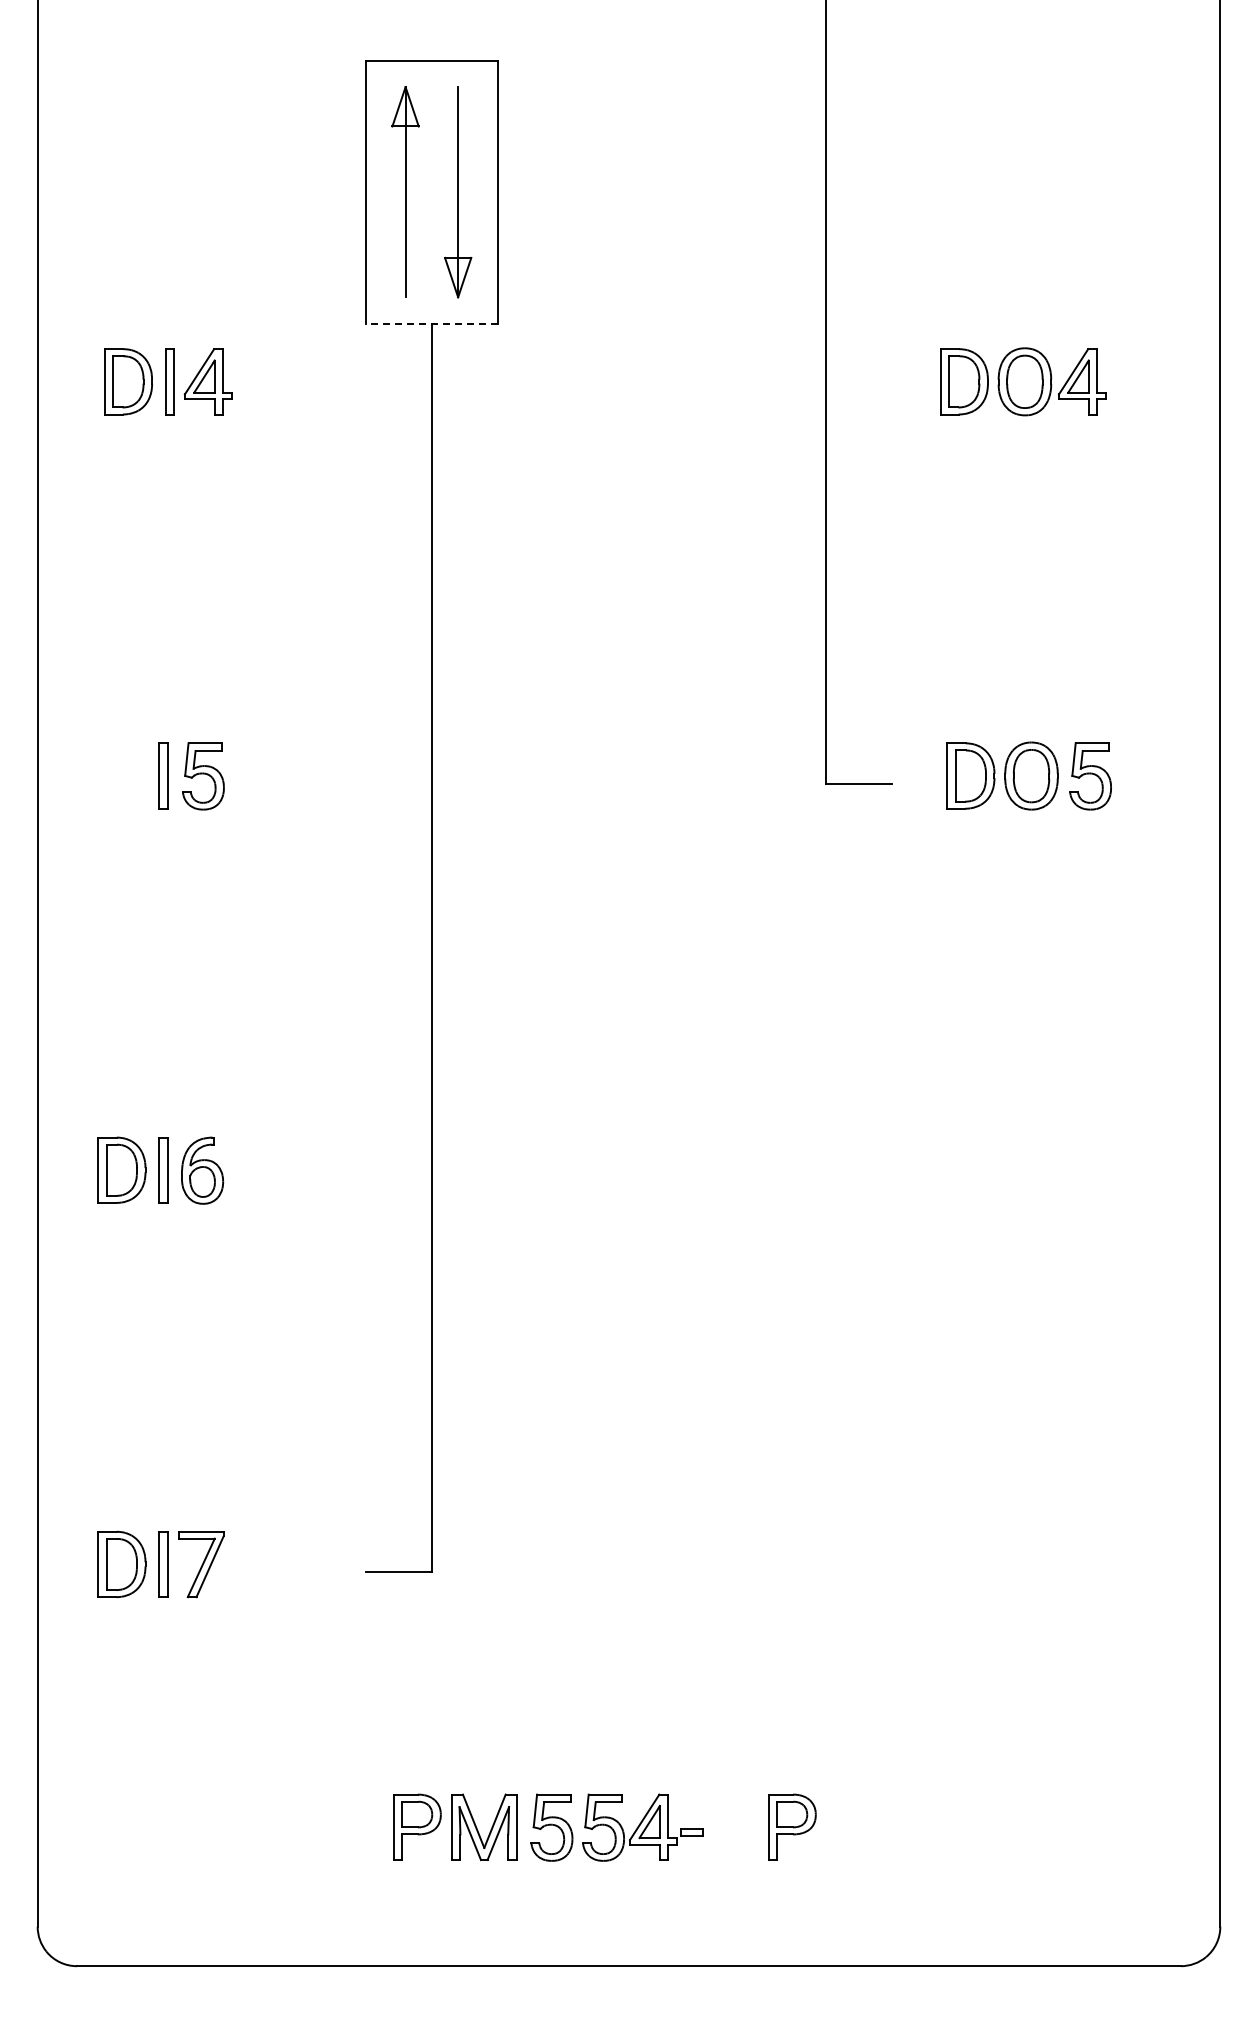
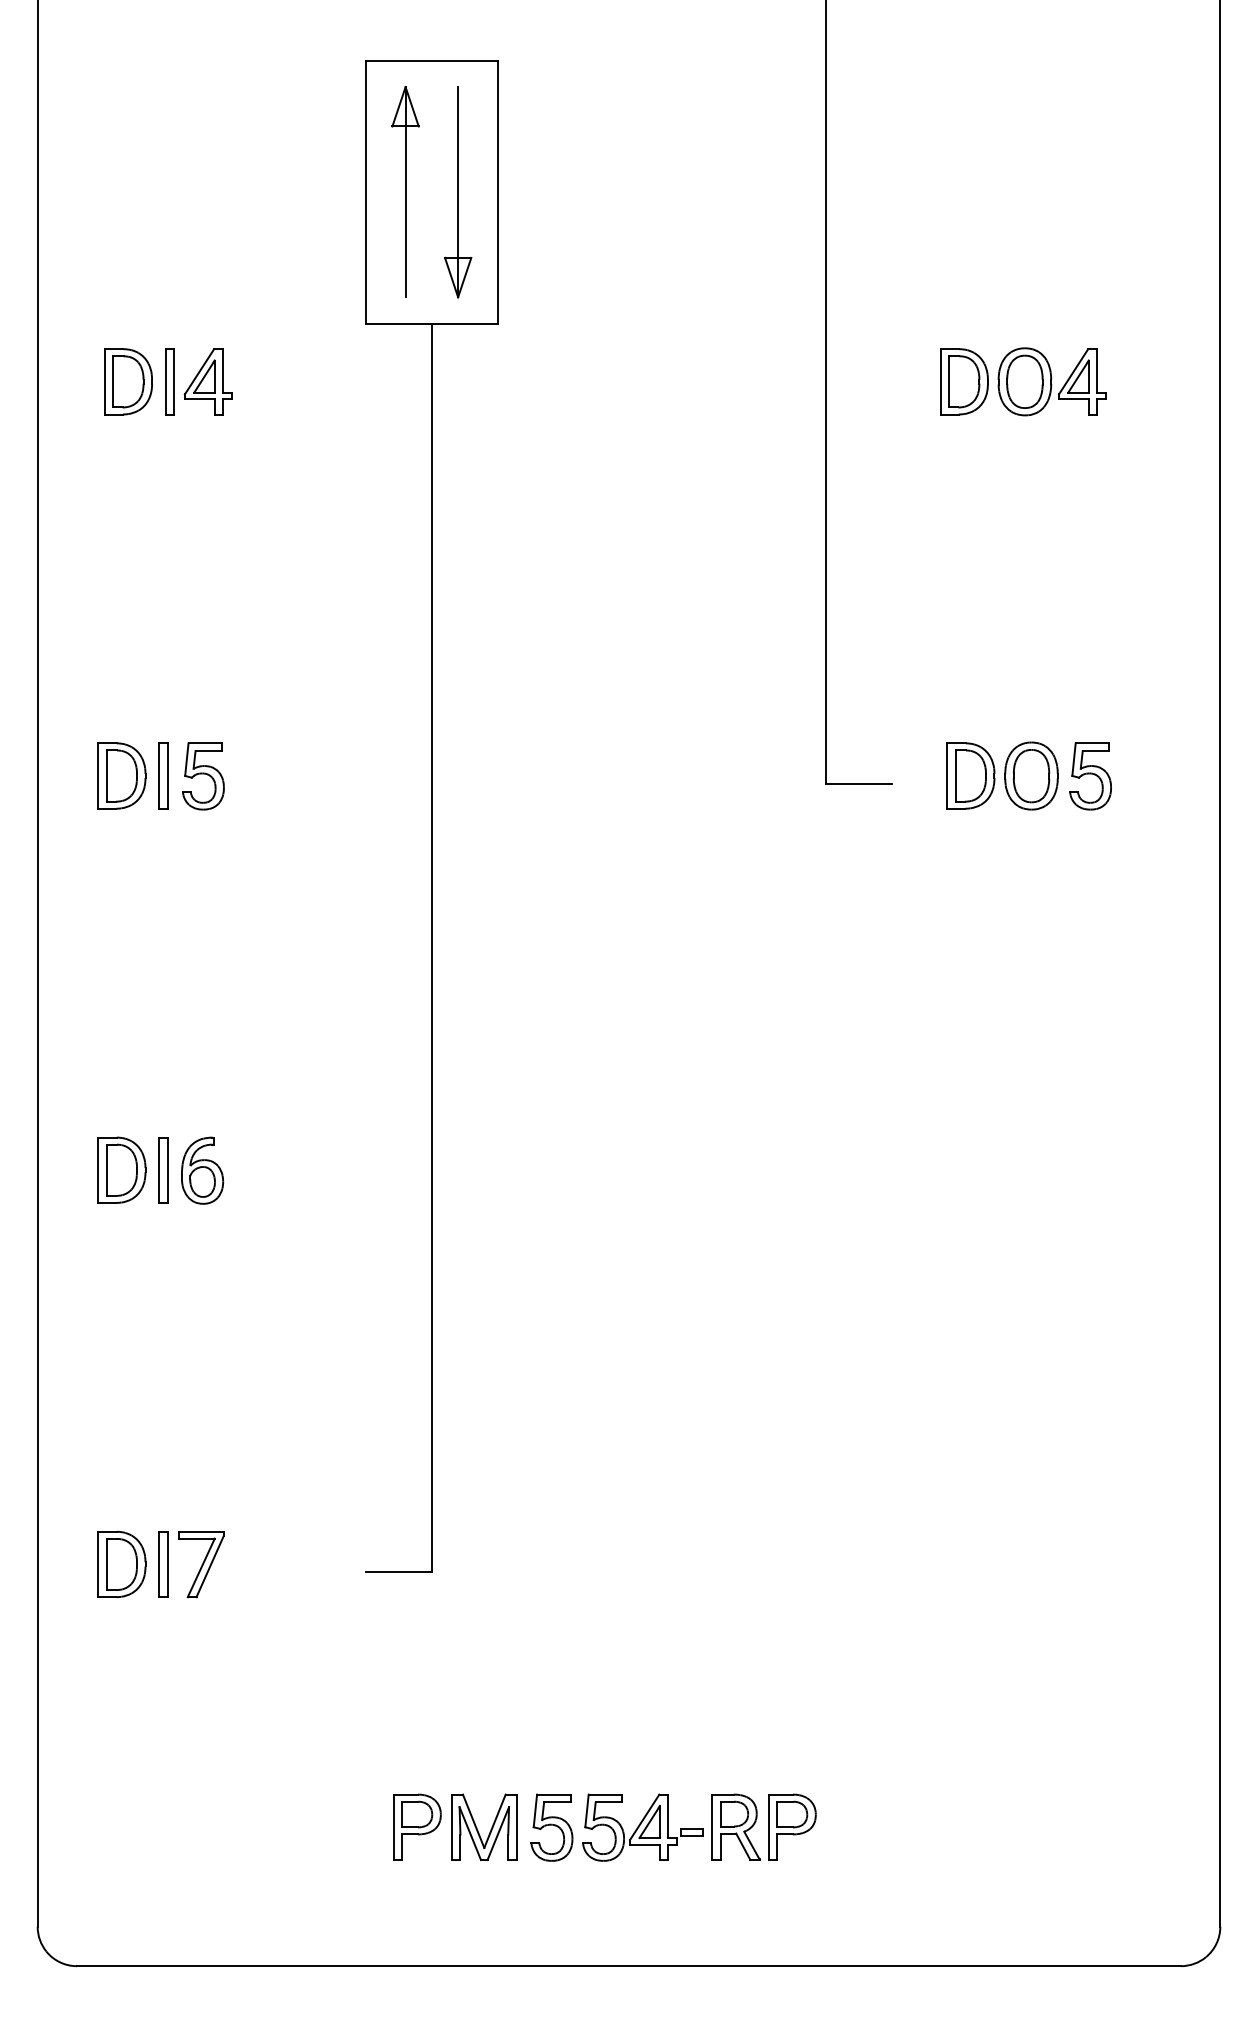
line at (431, 323): dashed -> solid
part at (121, 775): none -> present
part at (735, 1826): none -> present
